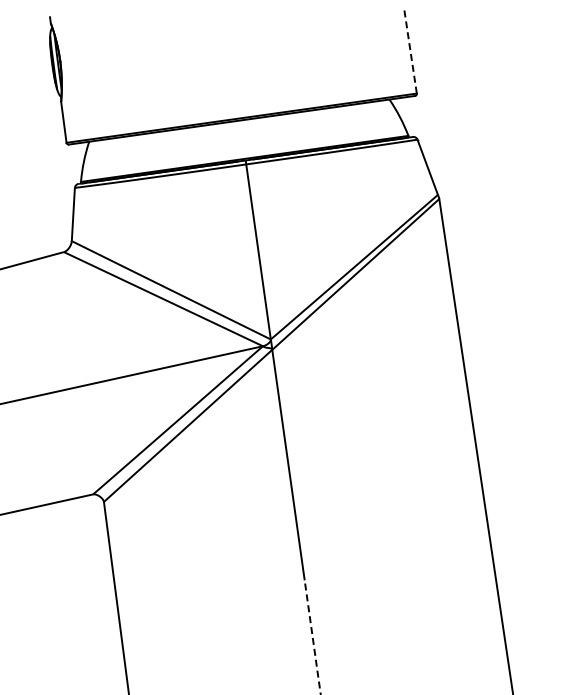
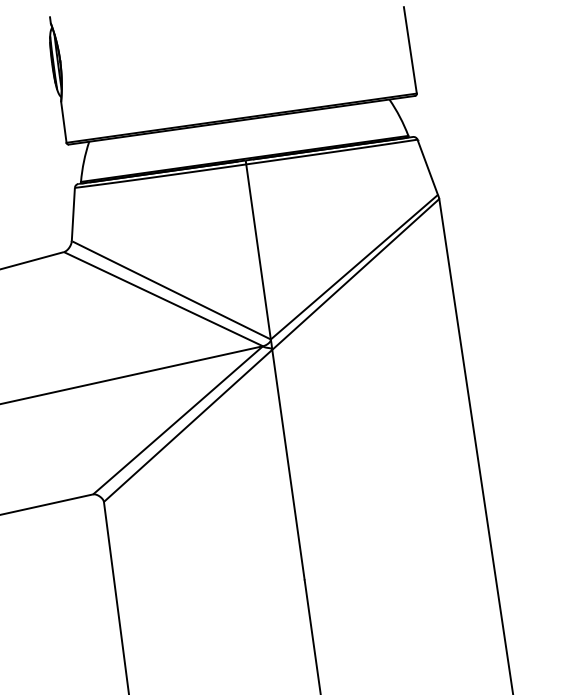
line at (410, 50): dashed -> solid
line at (312, 637): dashed -> solid
